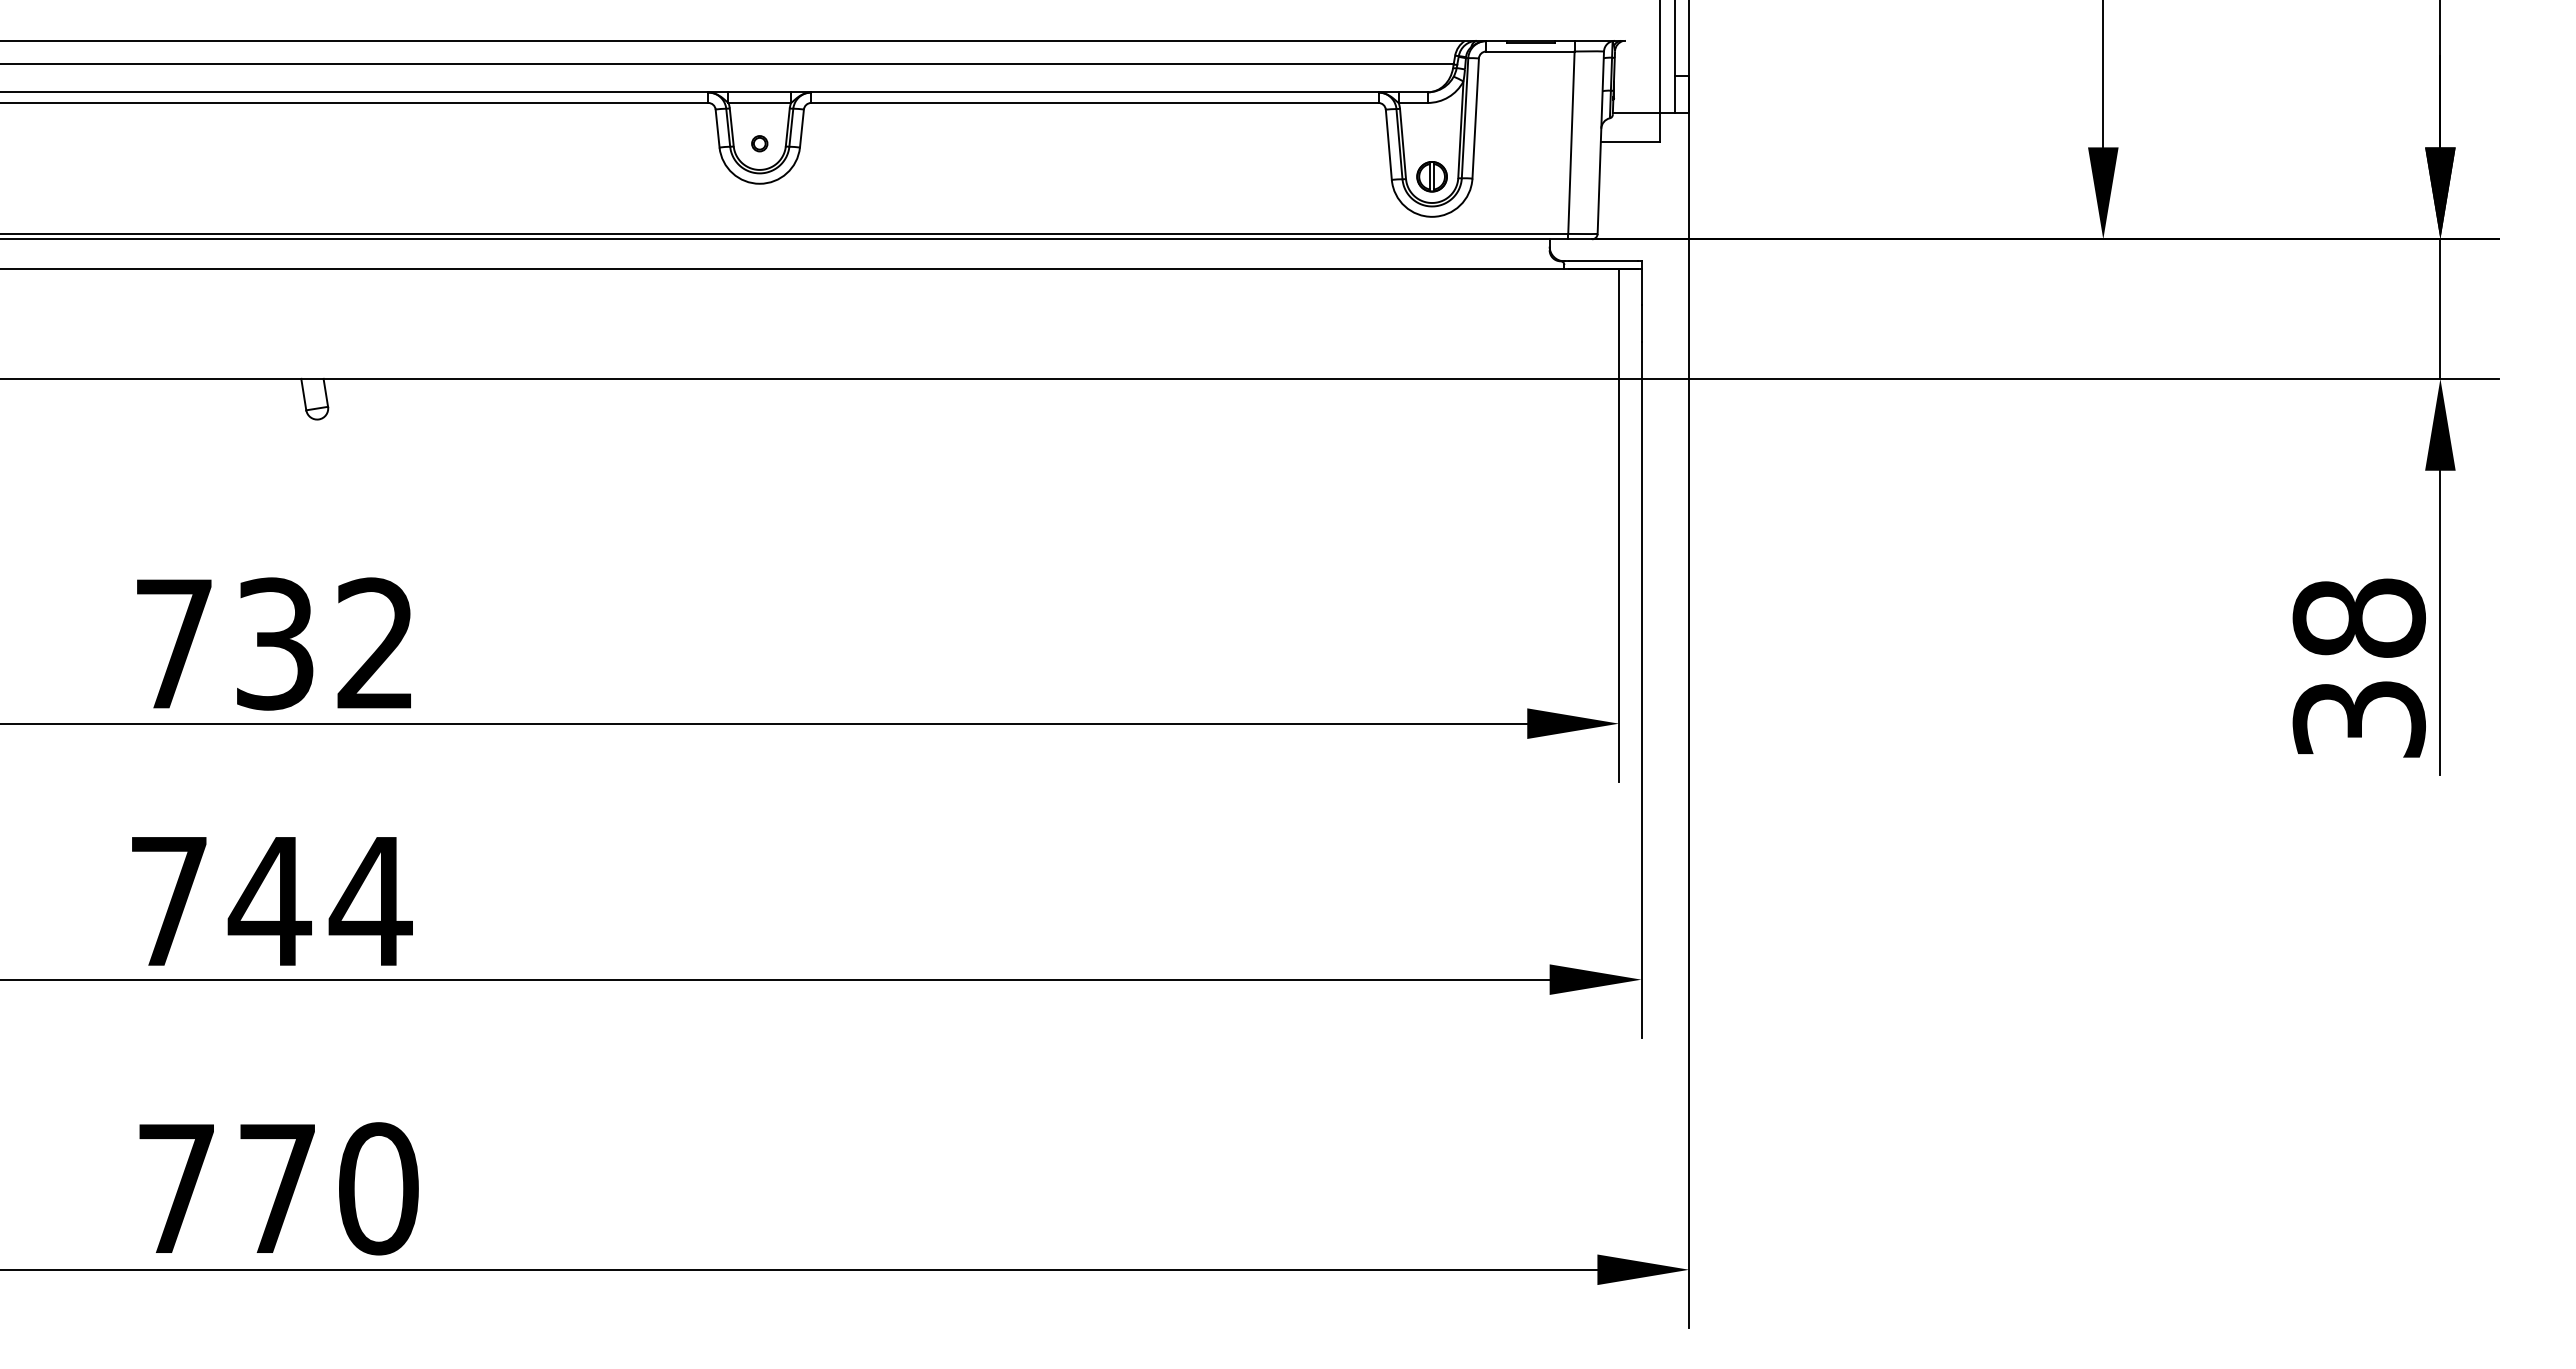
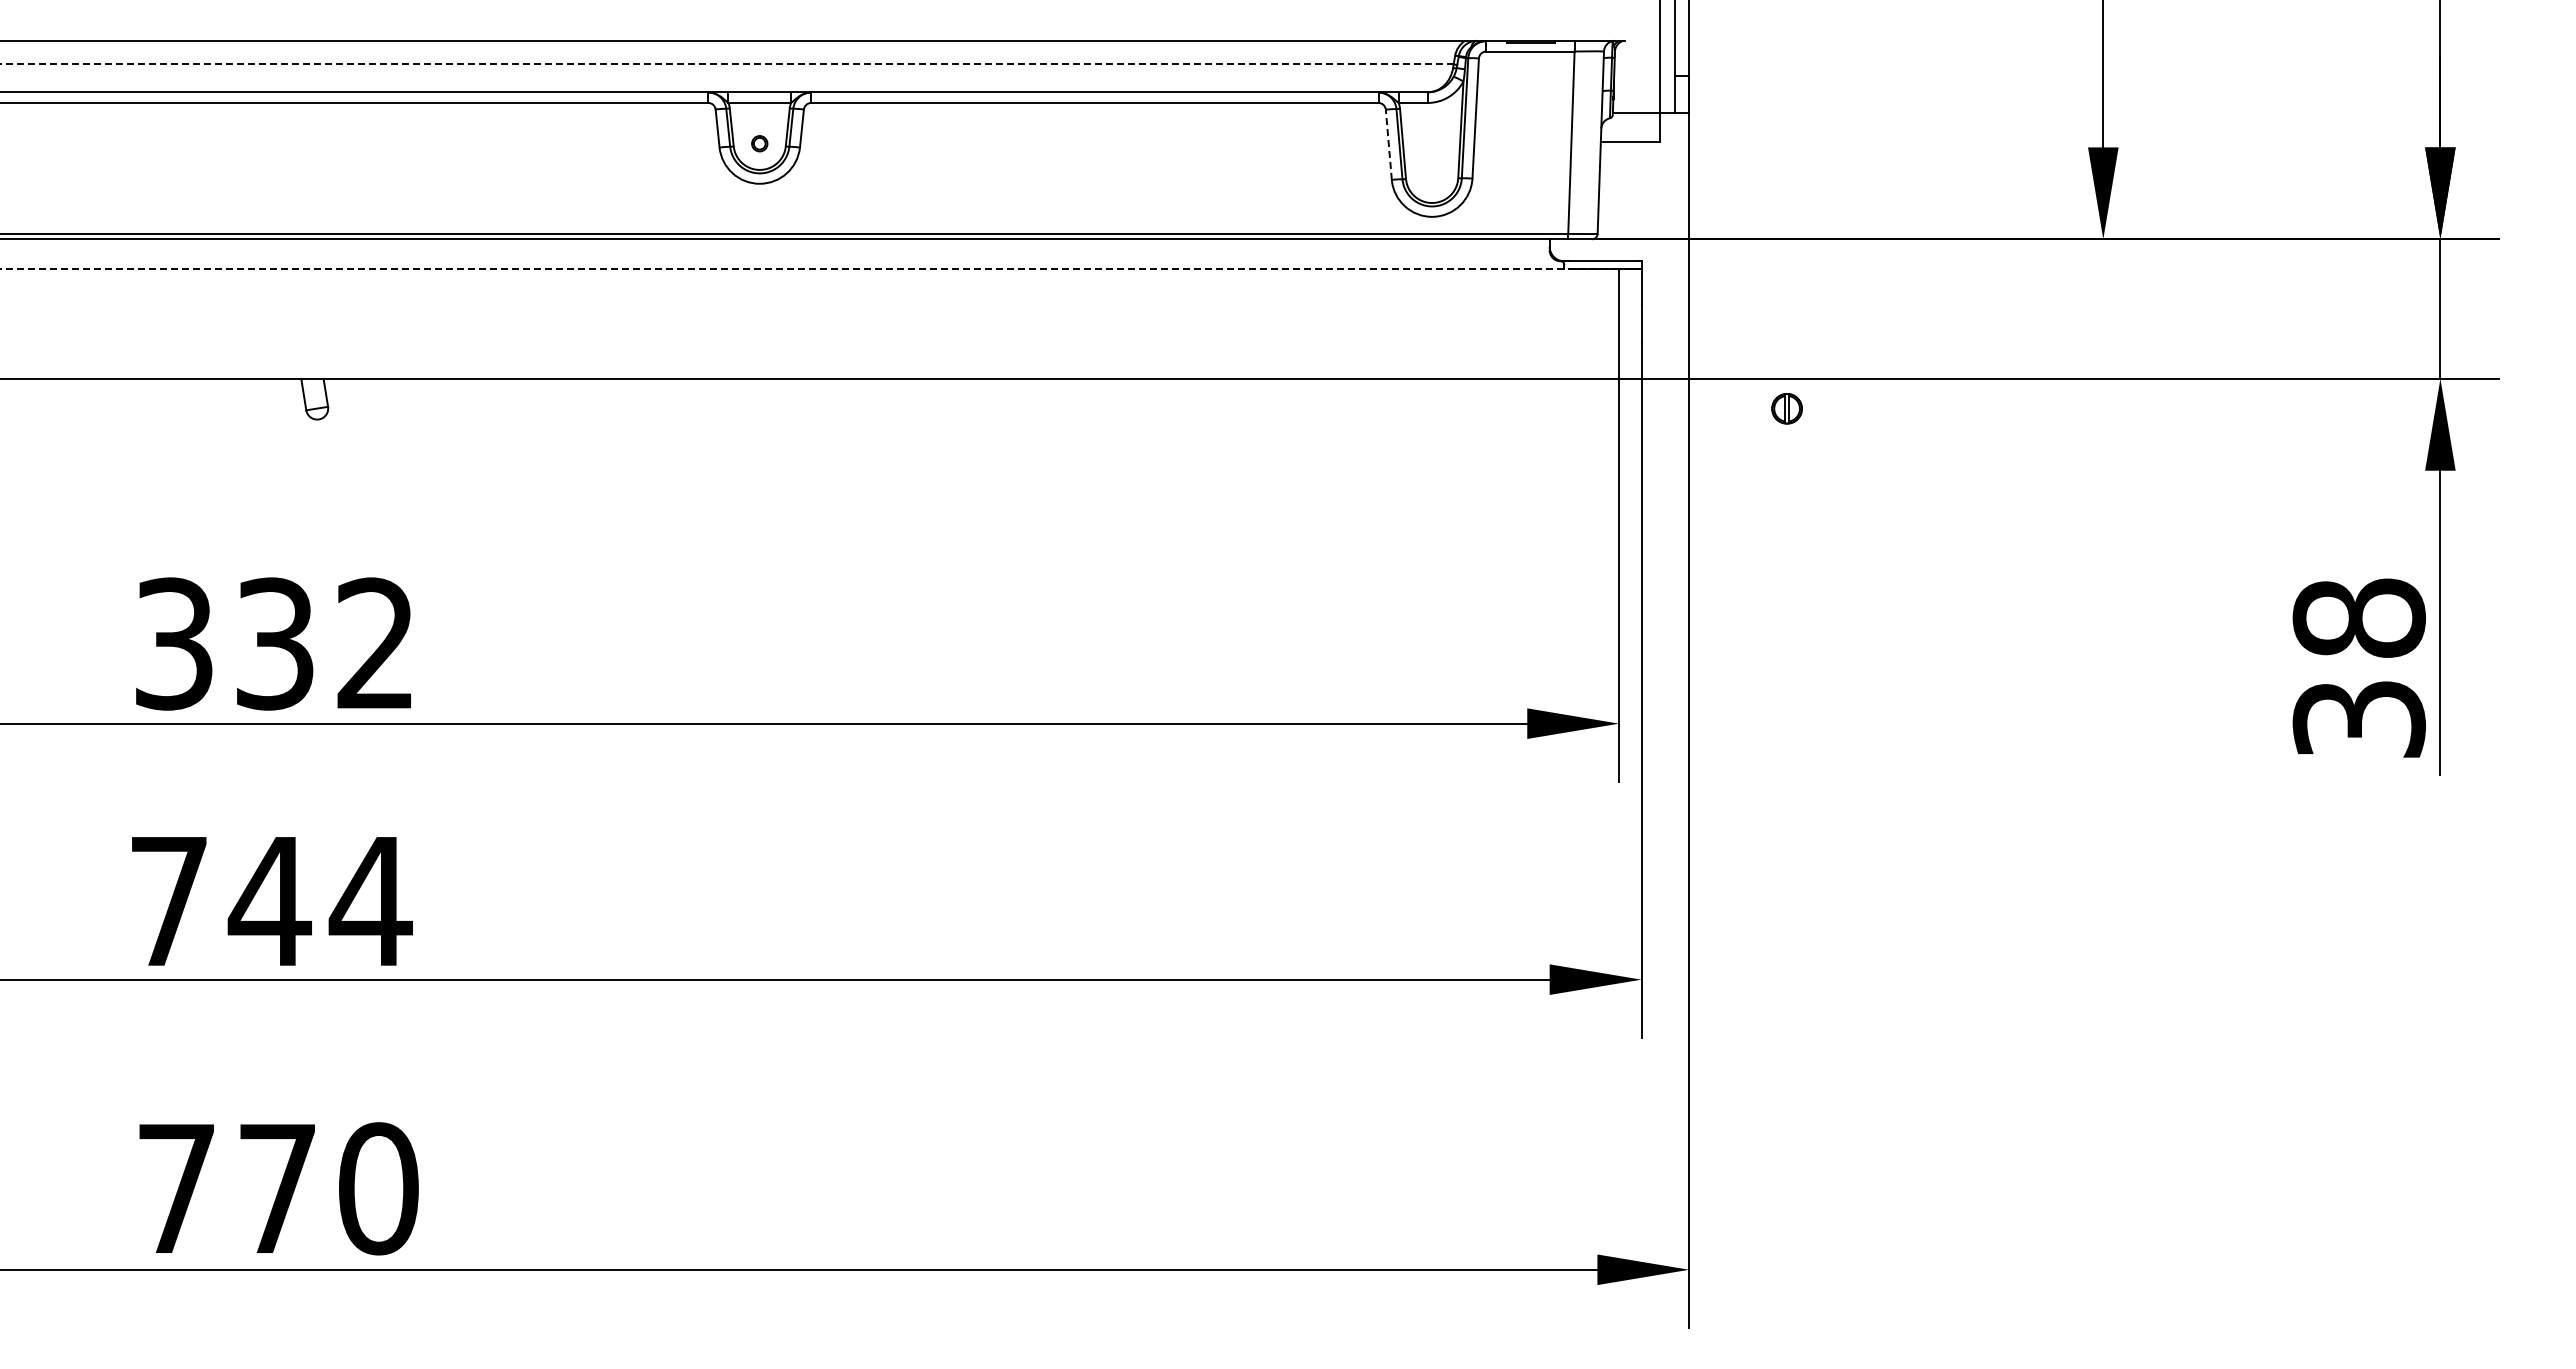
line at (726, 64): solid -> dashed
line at (1388, 144): solid -> dashed
part at (1431, 176) position: (1431, 176) -> (1786, 408)
line at (809, 268): solid -> dashed
text at (174, 643): 732 -> 332
